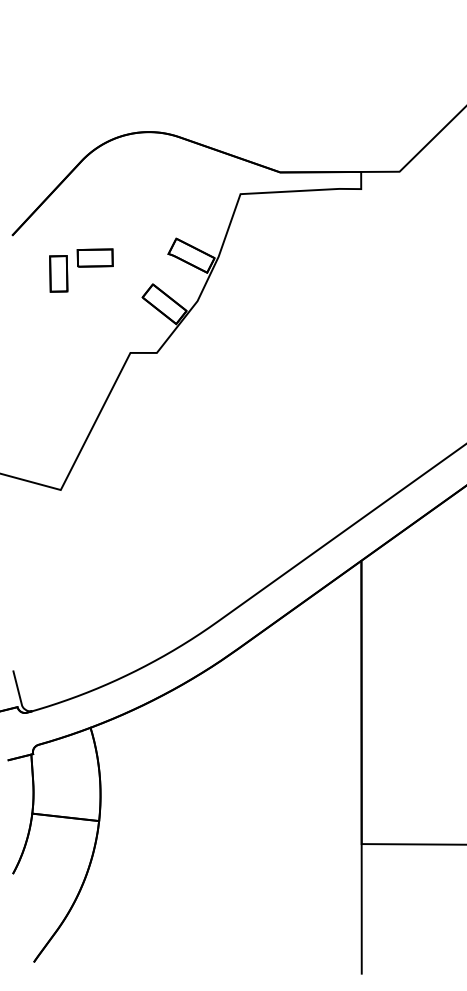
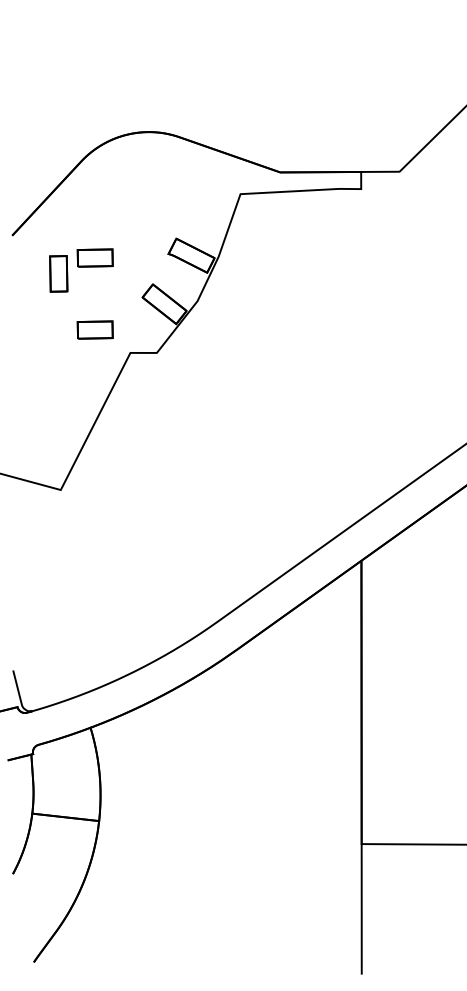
part at (94, 329): none -> present
